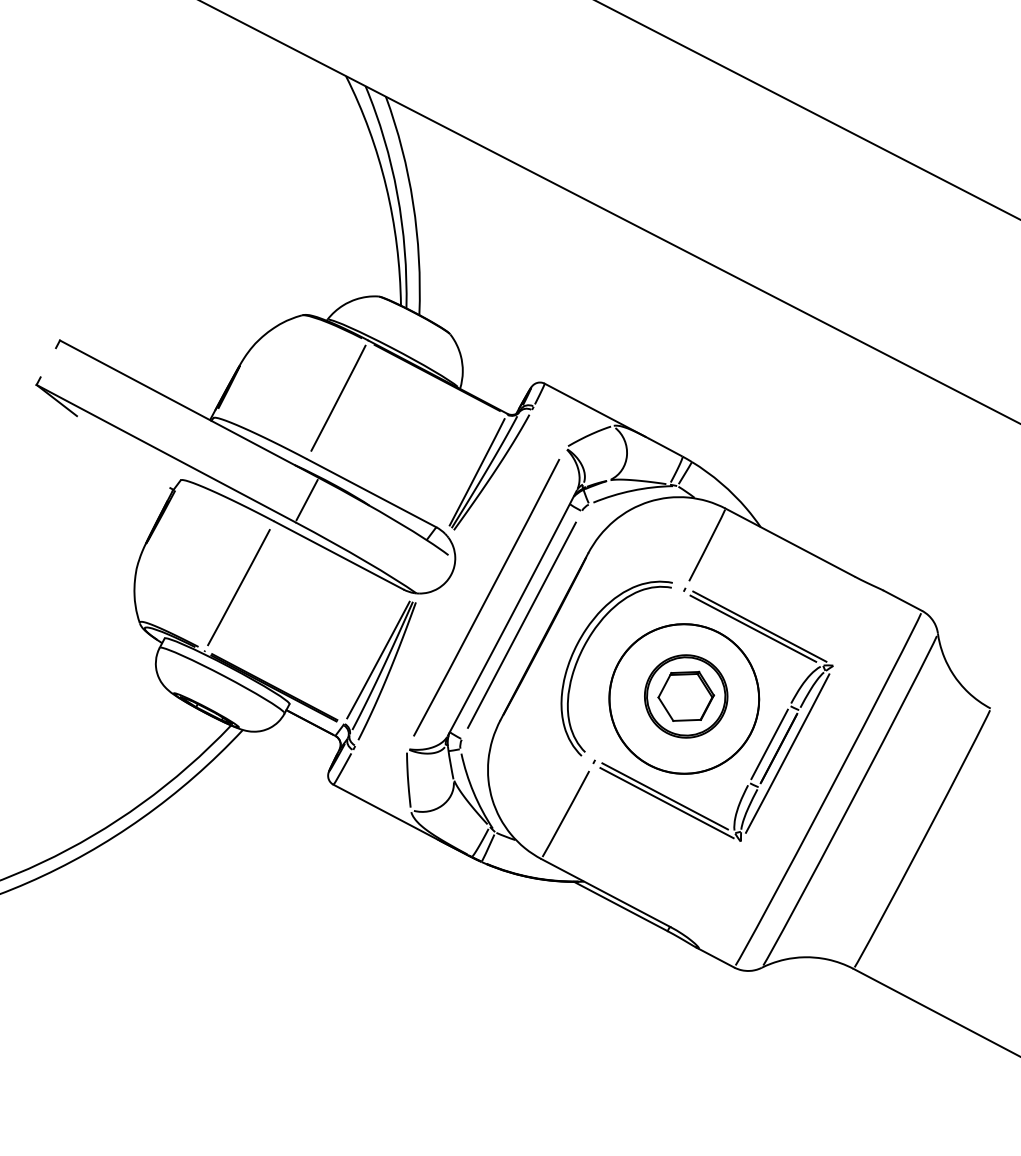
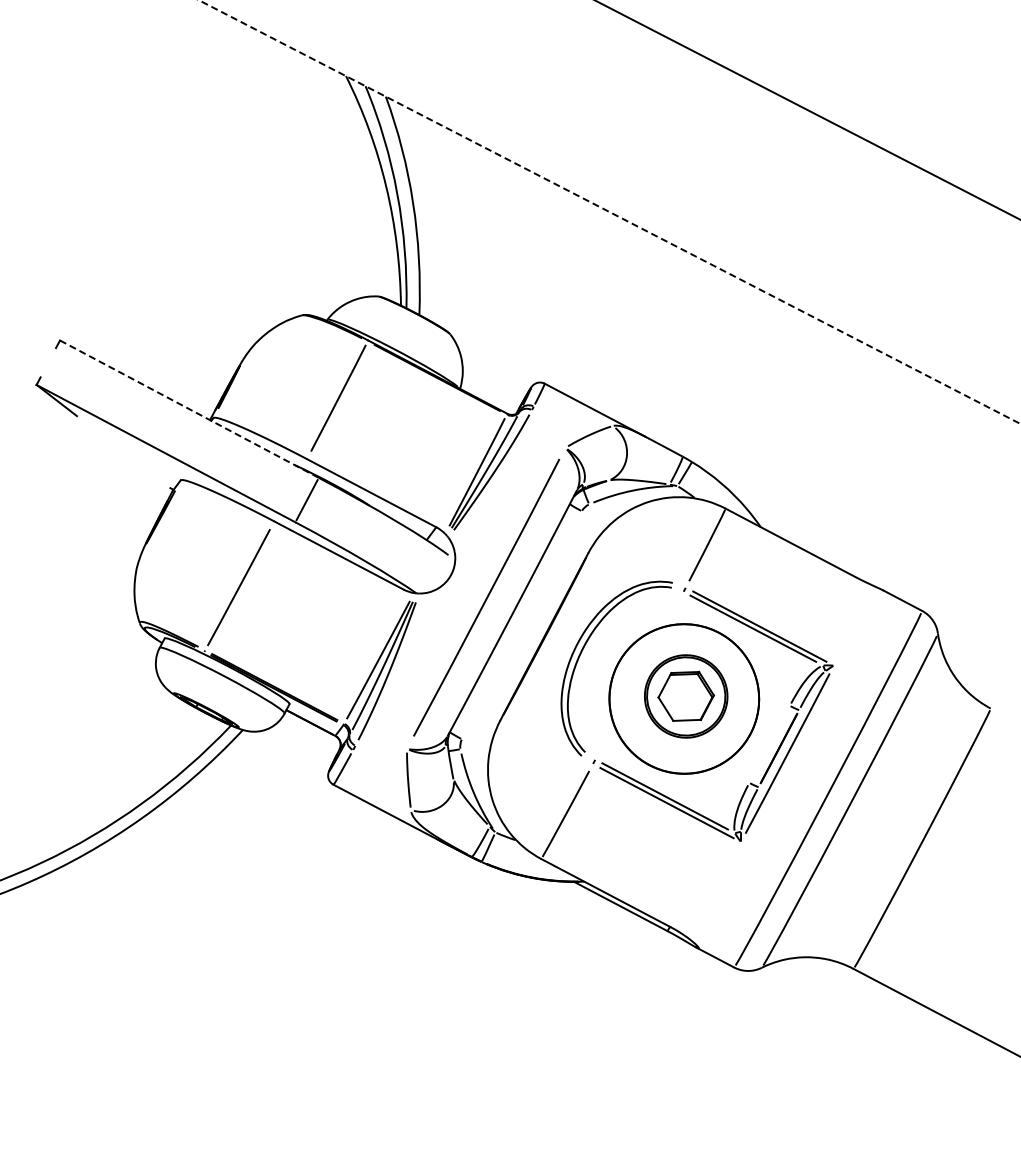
line at (610, 212): solid -> dashed
line at (189, 409): solid -> dashed
line at (521, 624): present -> none
line at (769, 744): present -> none
